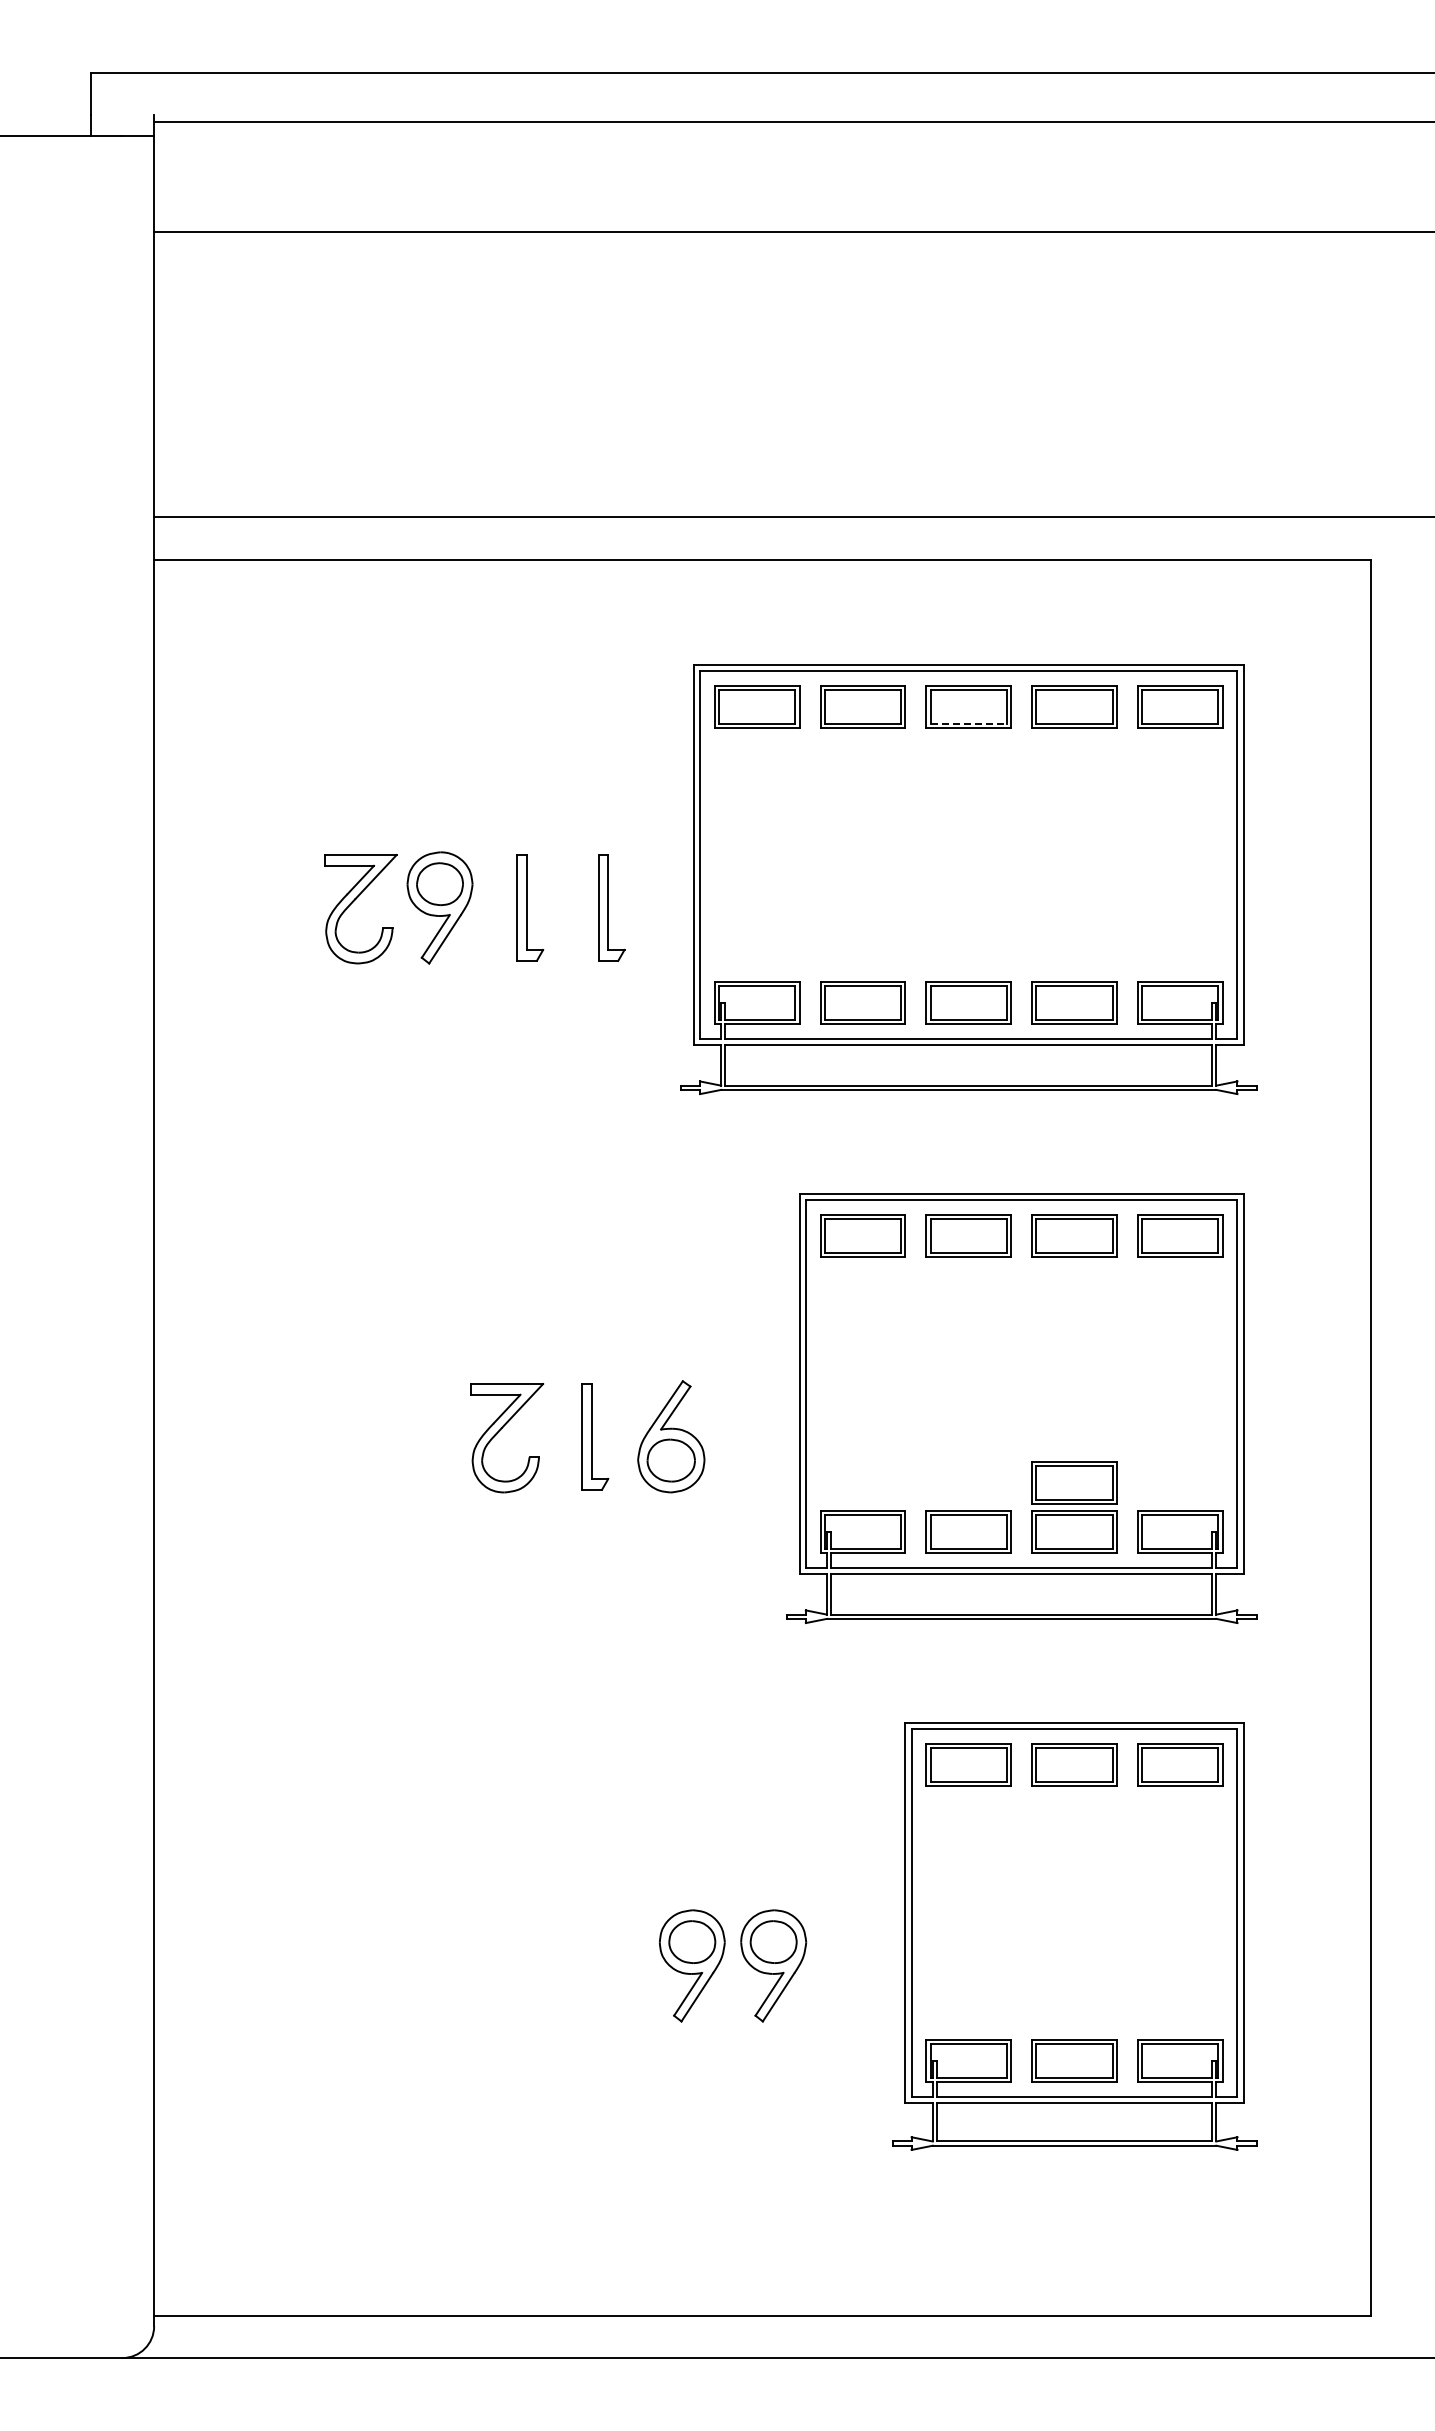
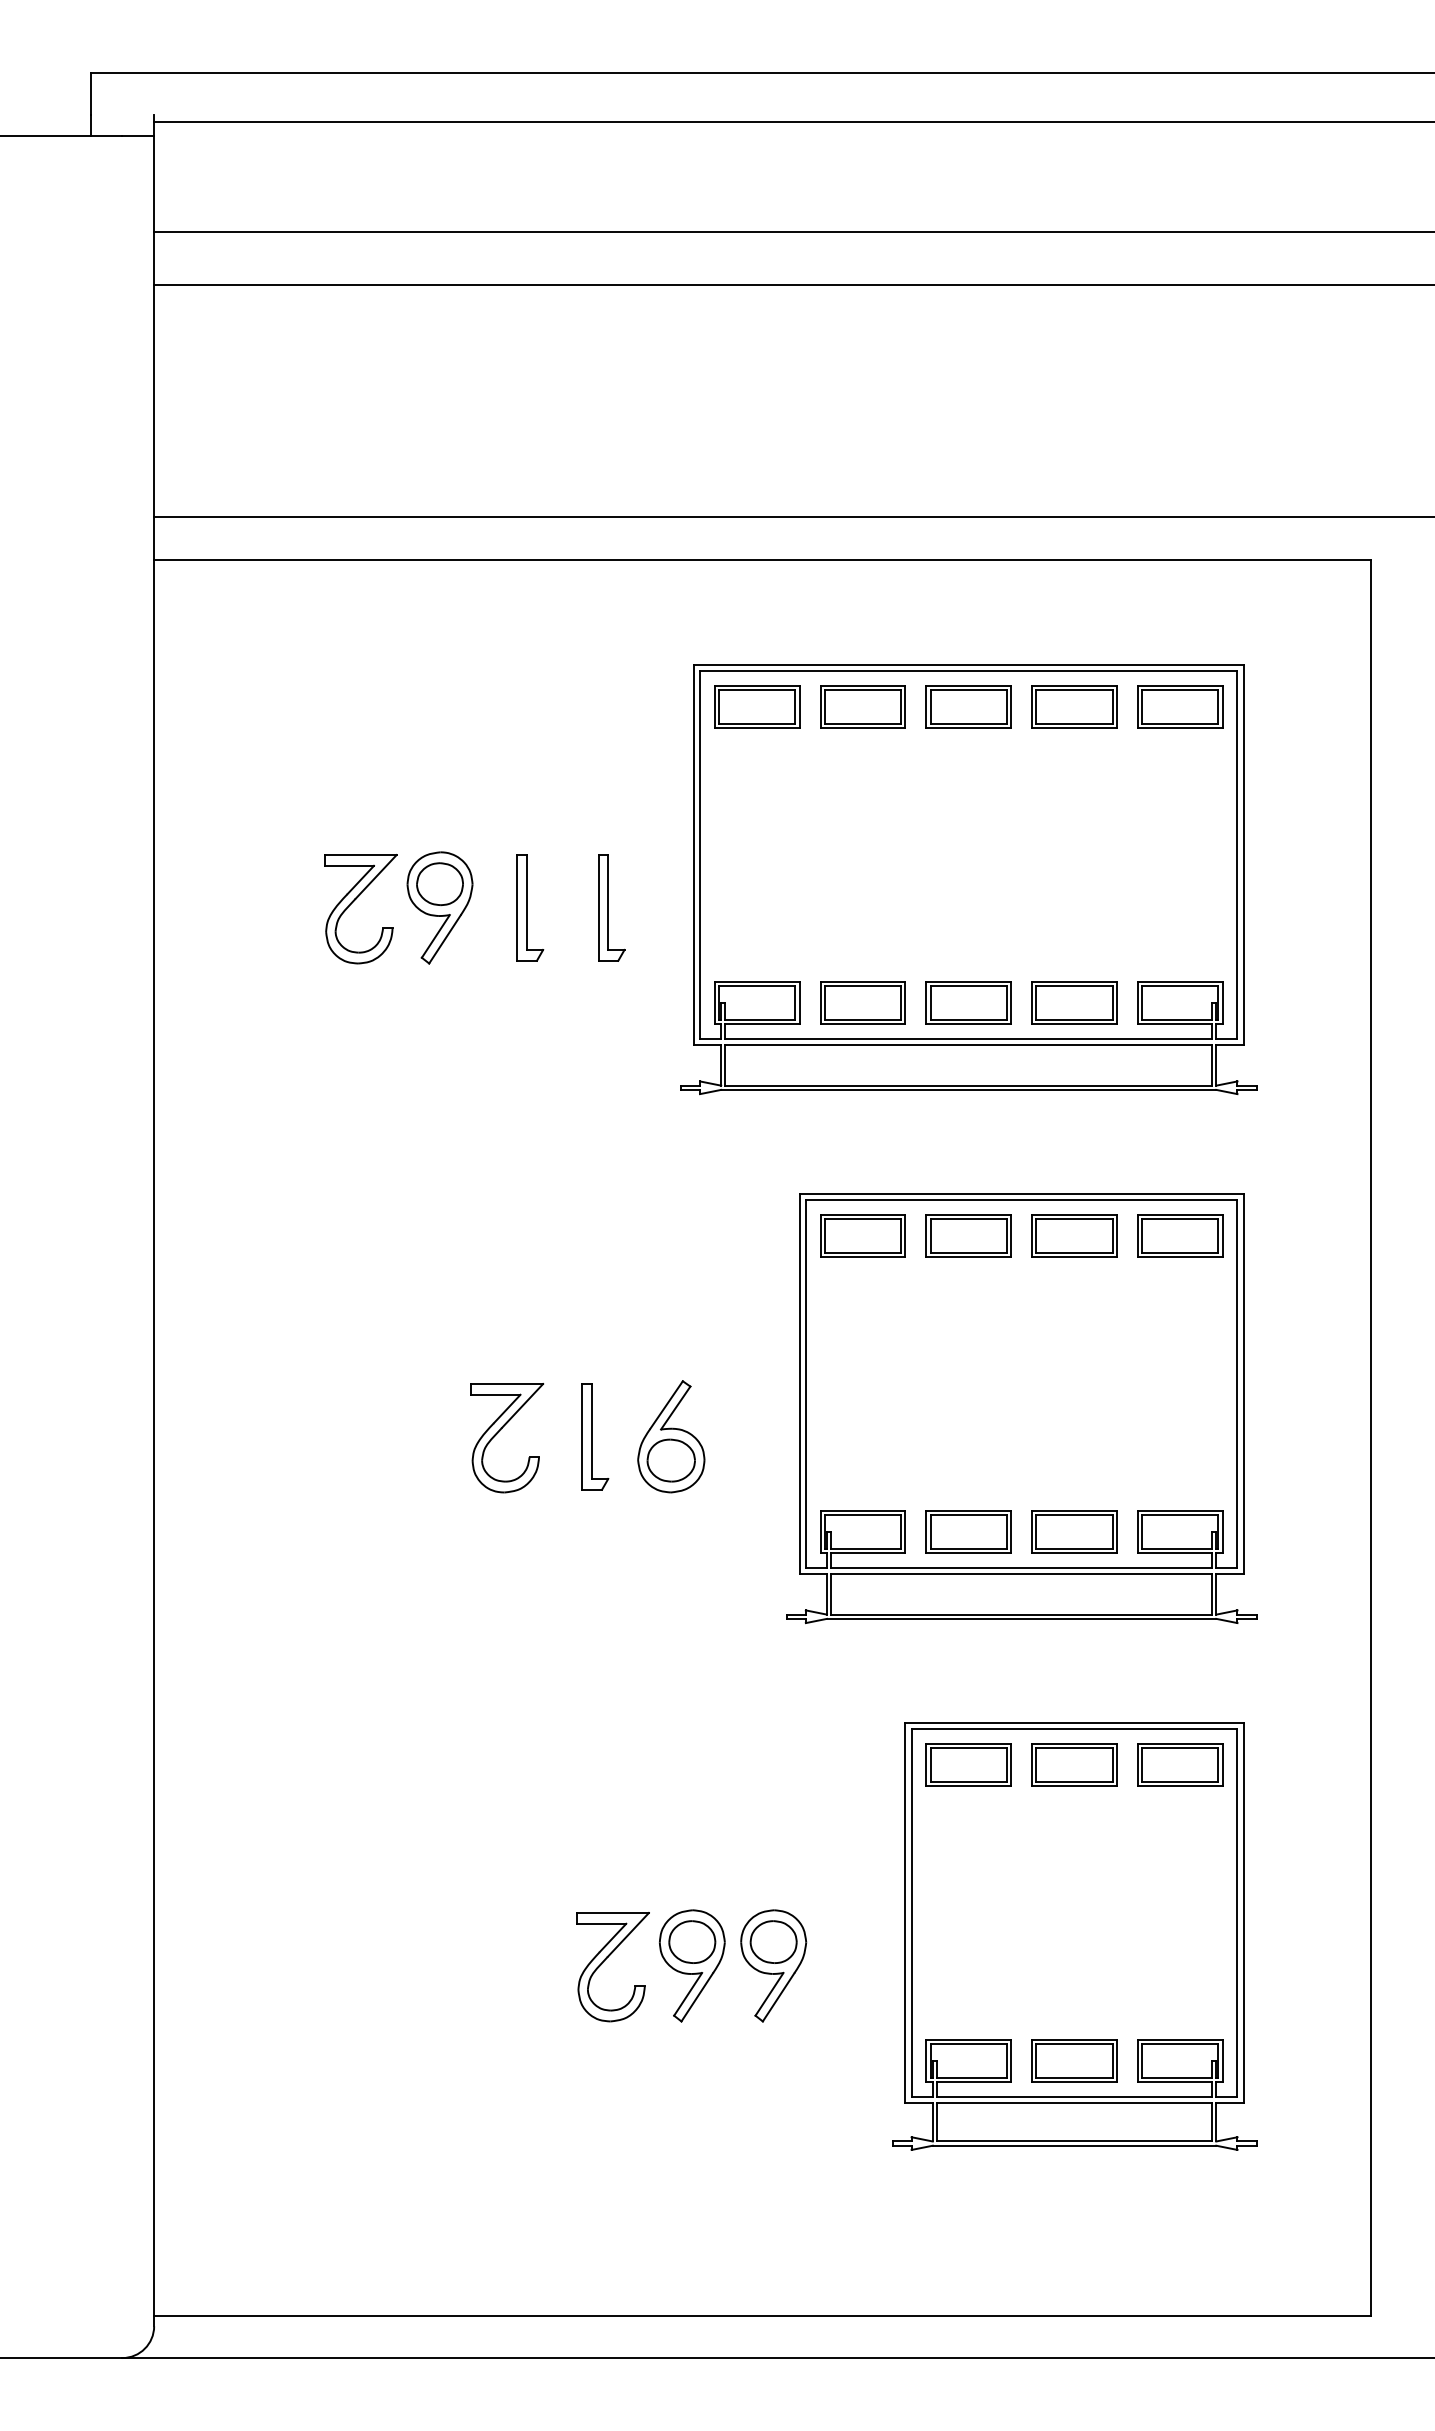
line at (792, 284): none -> present
line at (969, 723): dashed -> solid
part at (1074, 1482): present -> none
part at (605, 1960): none -> present
